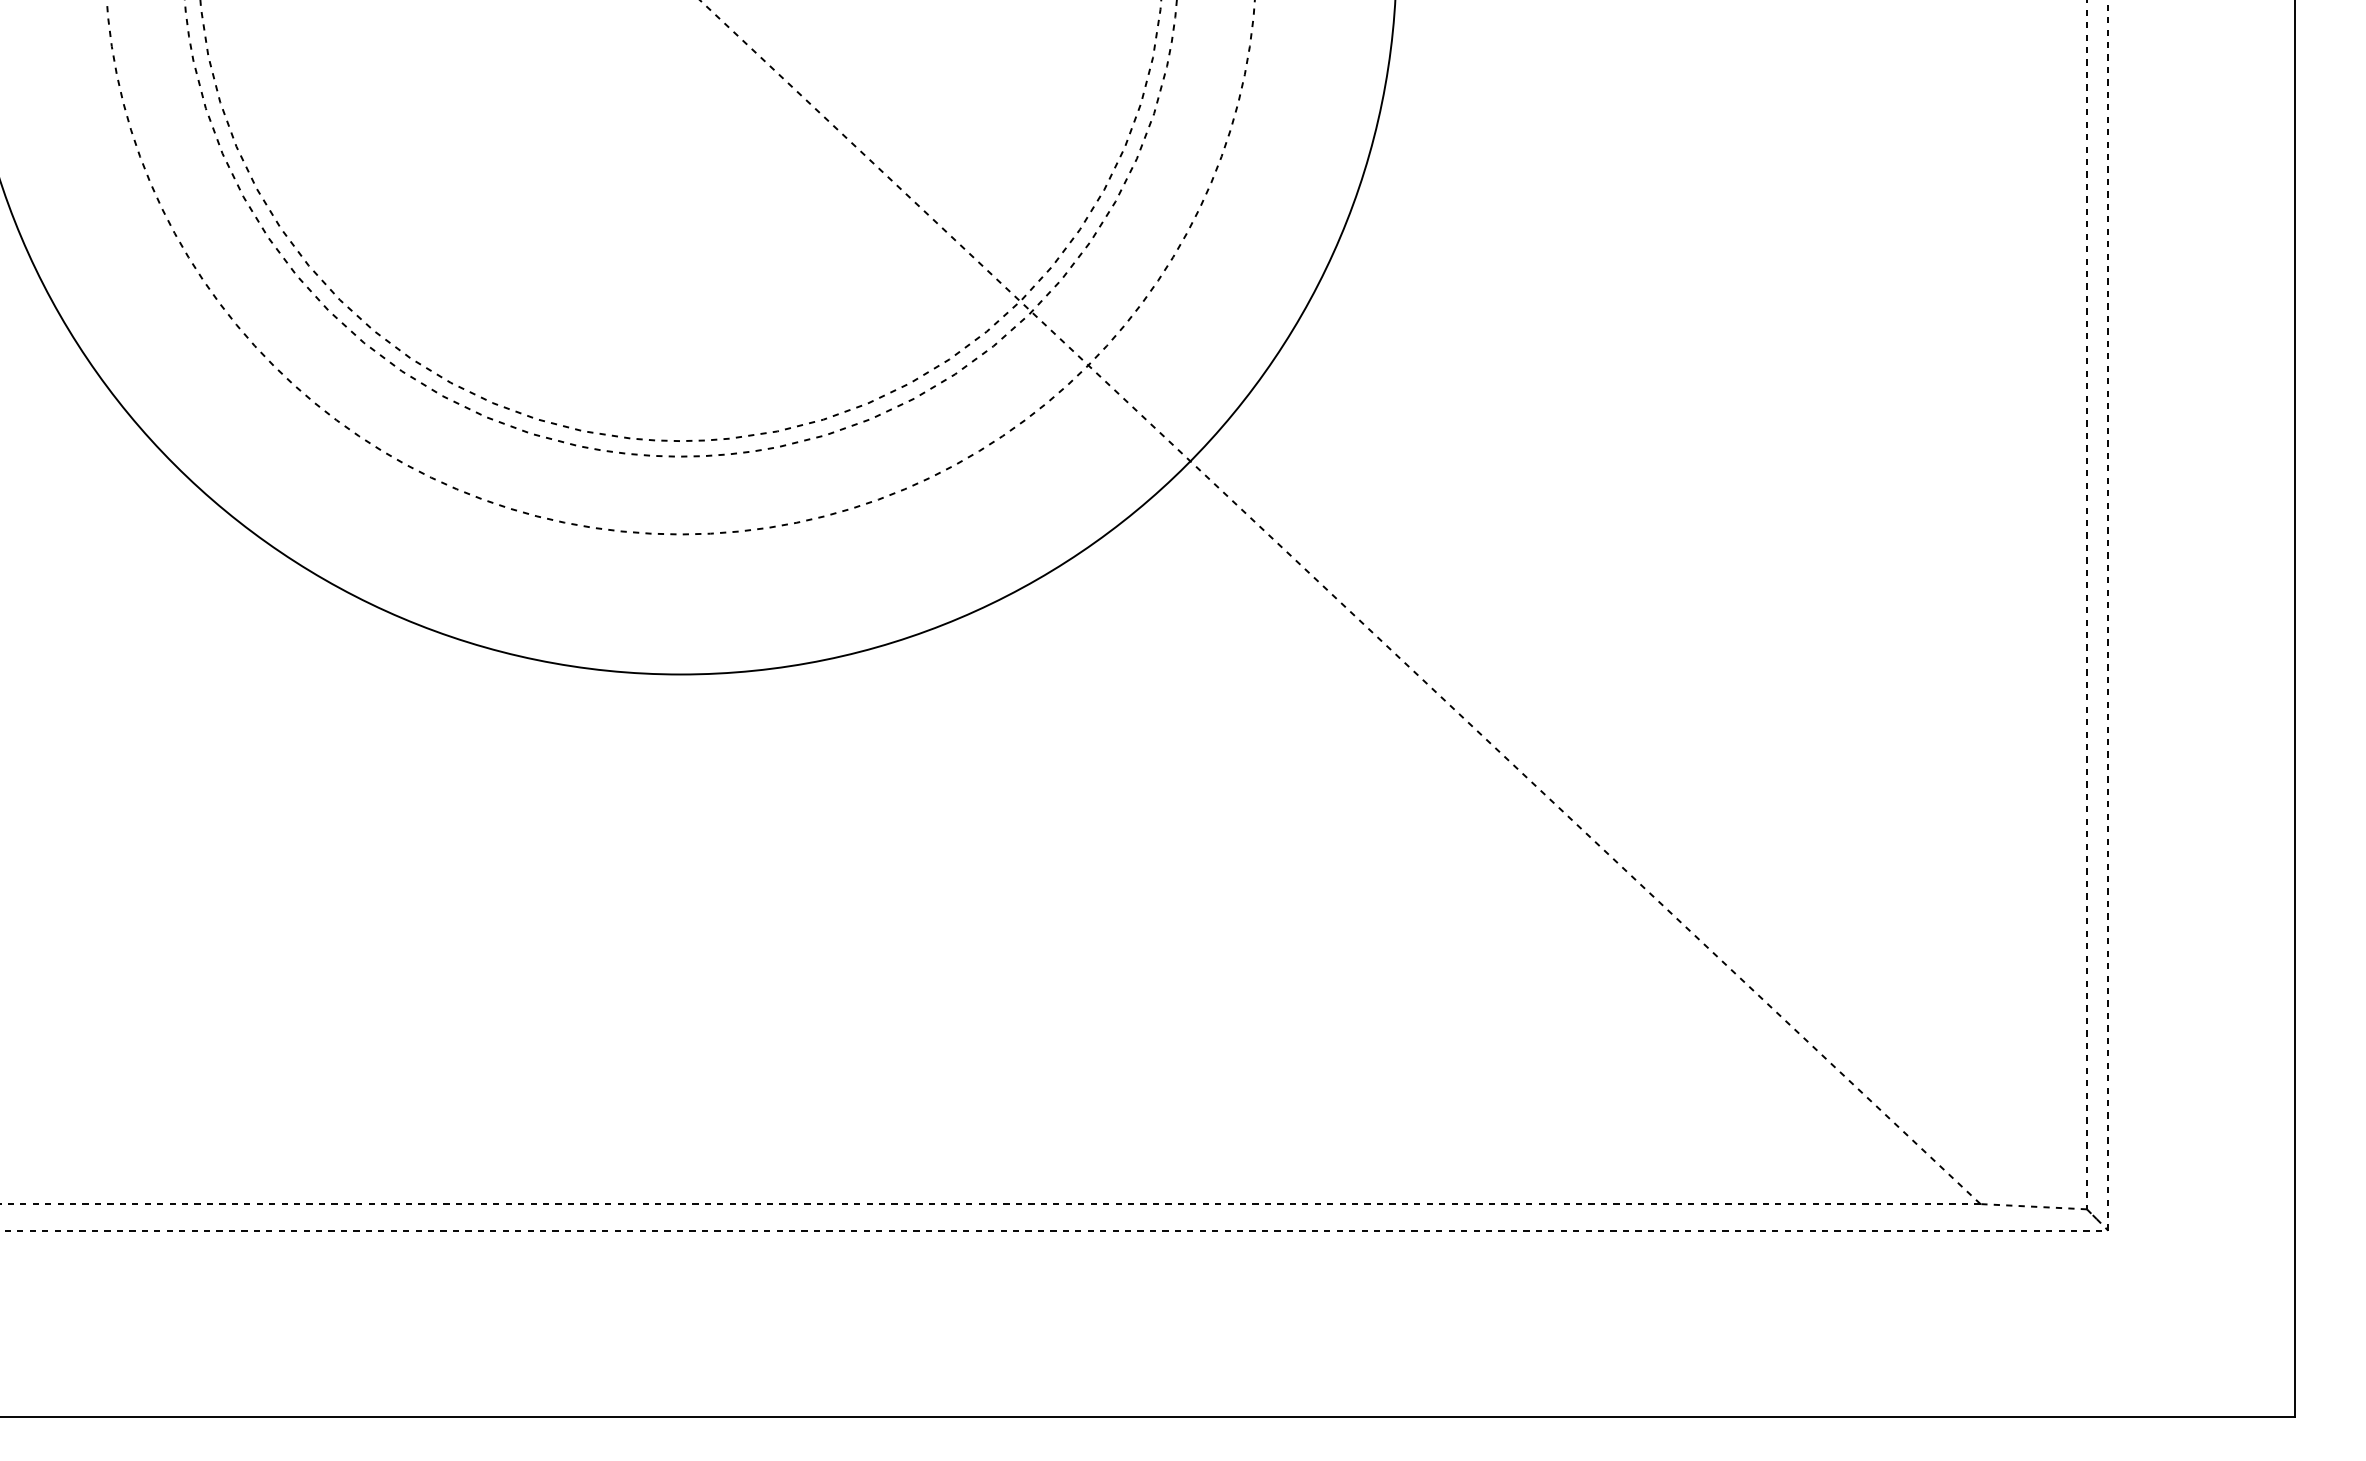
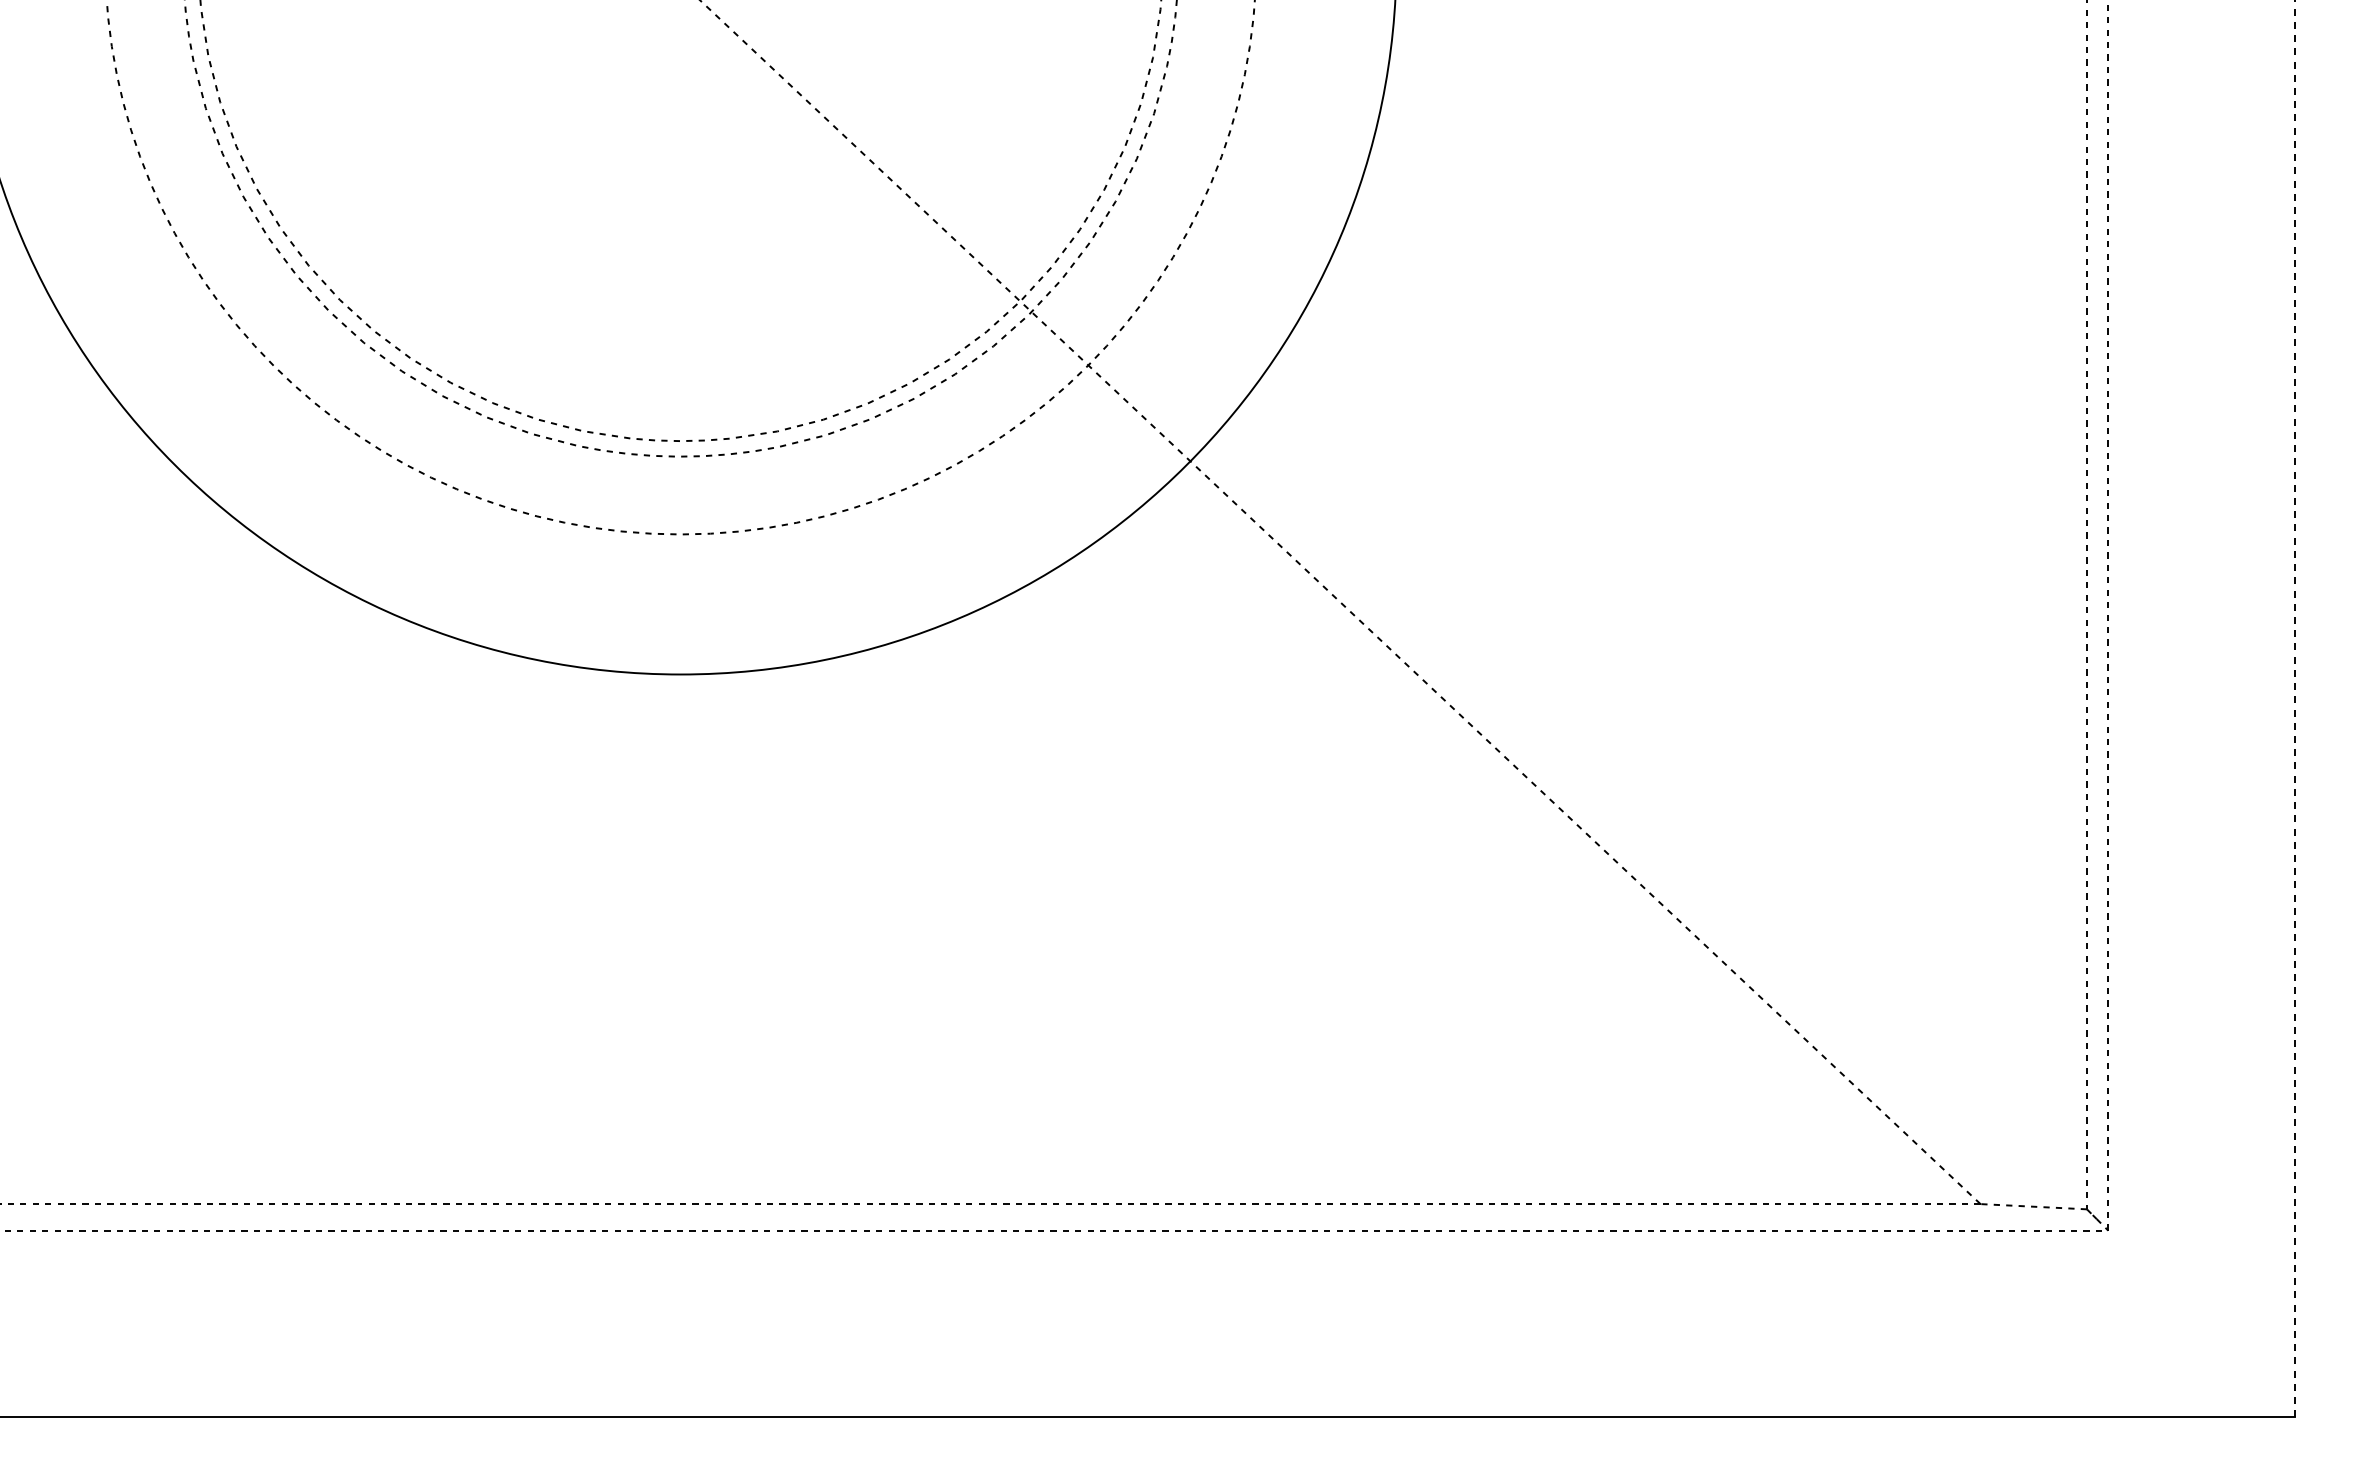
line at (2295, 708): solid -> dashed
